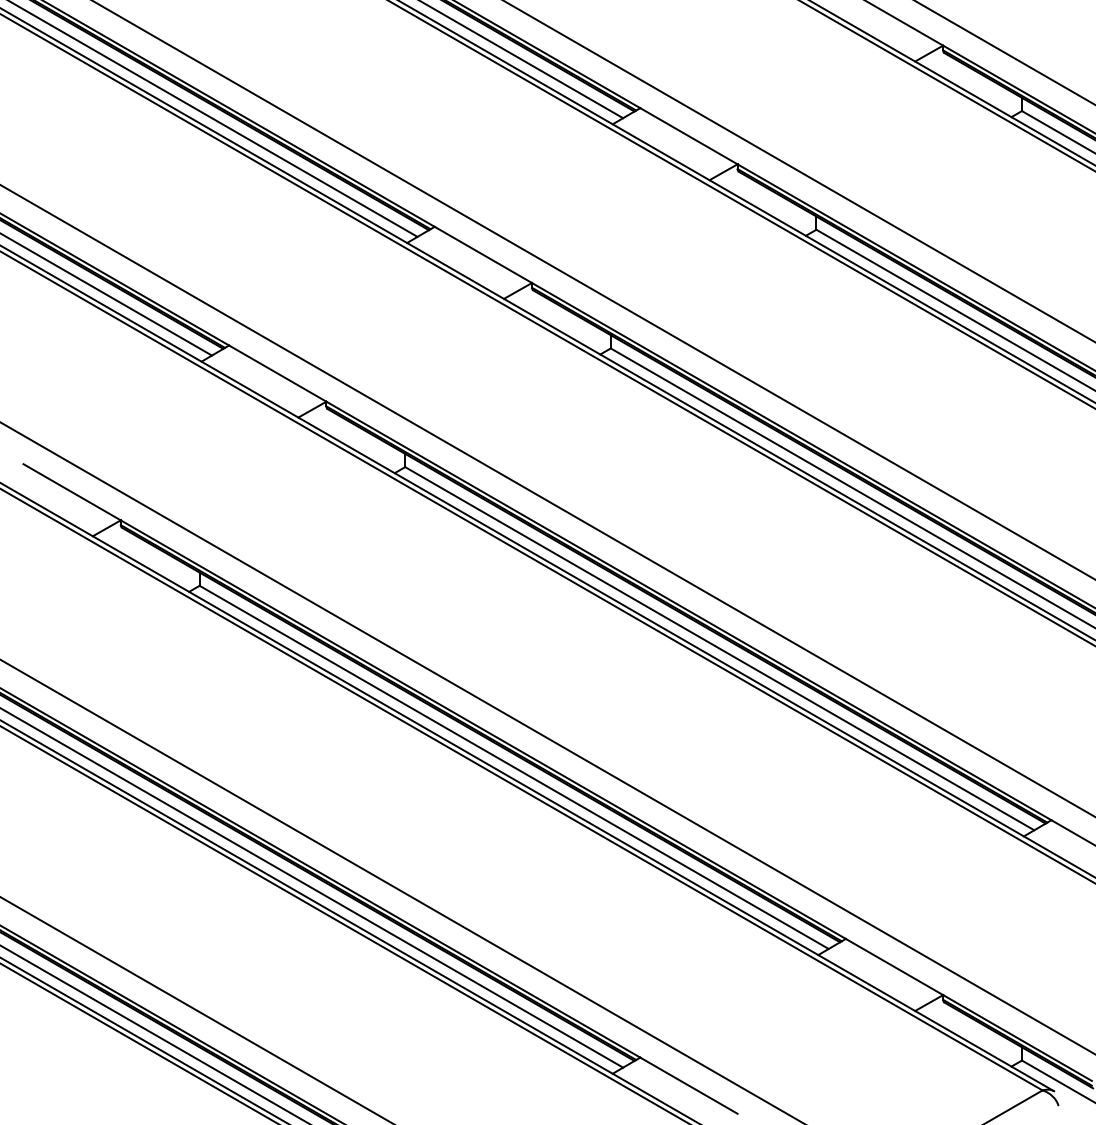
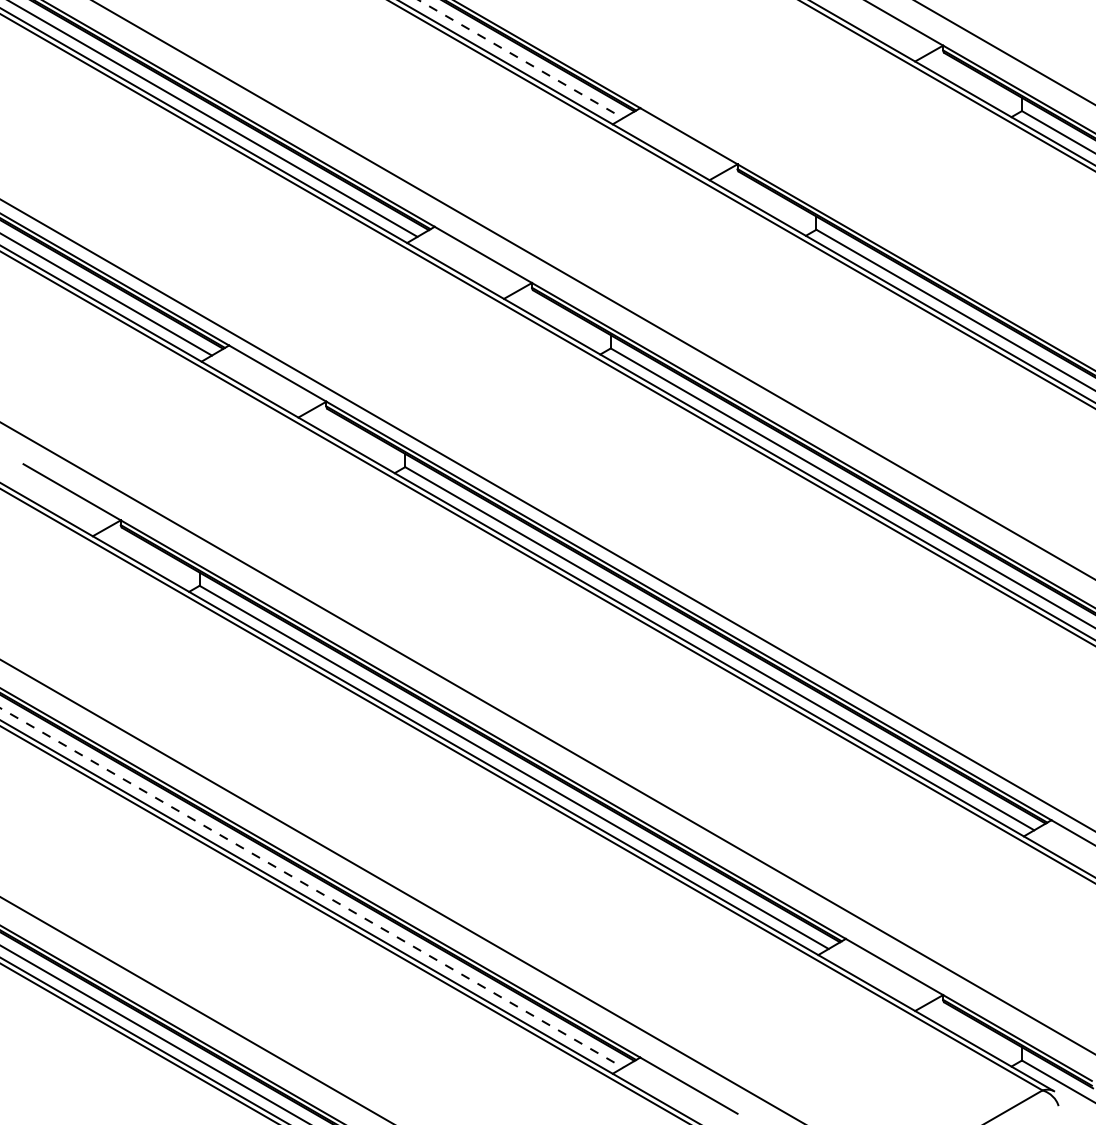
line at (521, 59): solid -> dashed
line at (798, 171): present -> none
line at (547, 500) position: (547, 500) -> (547, 515)
line at (311, 887): solid -> dashed
